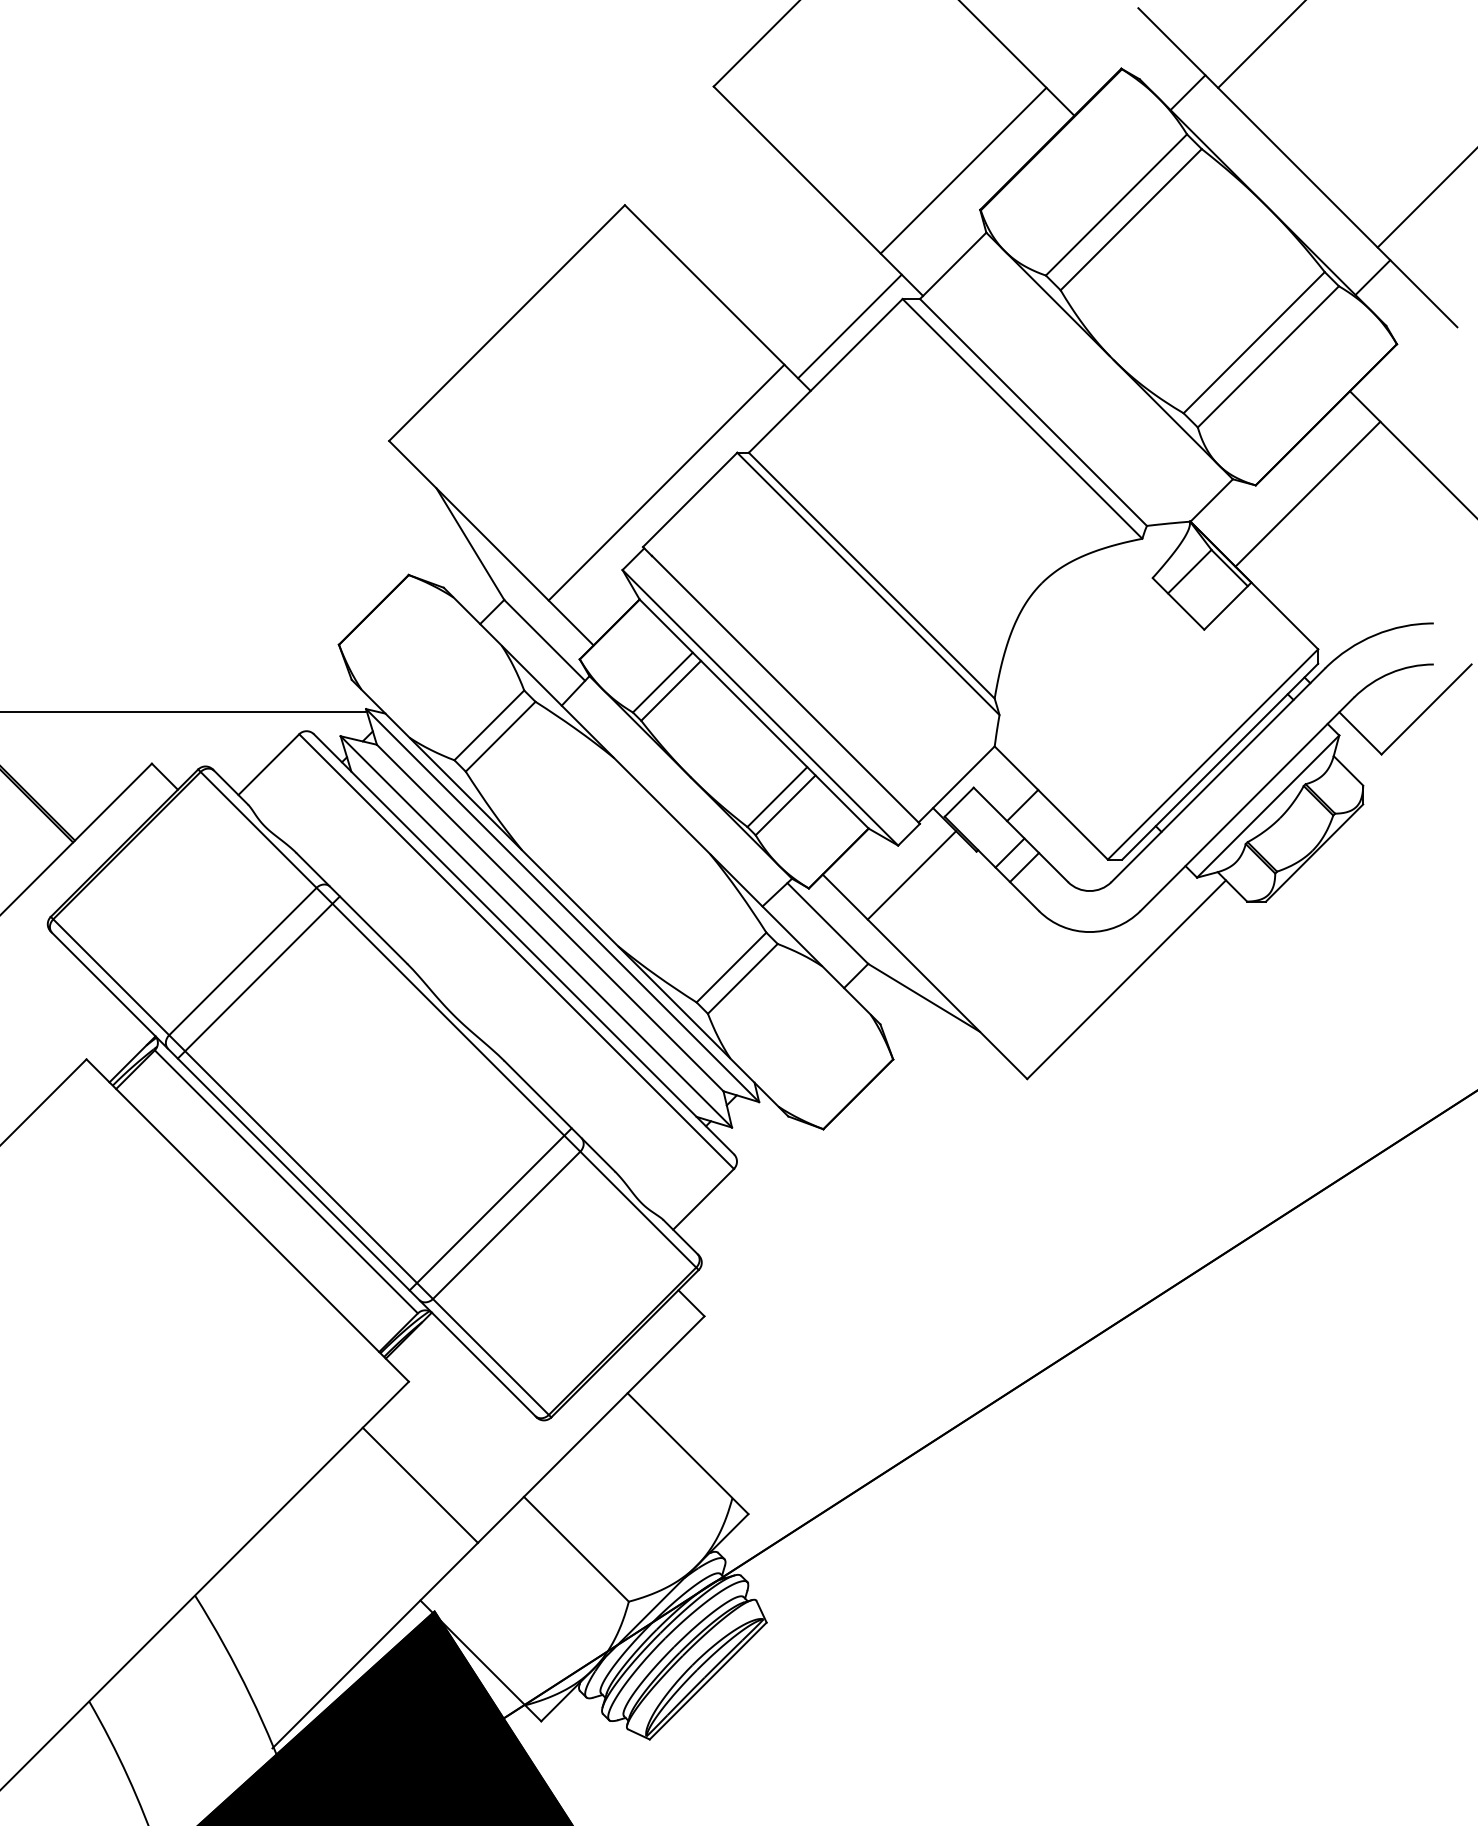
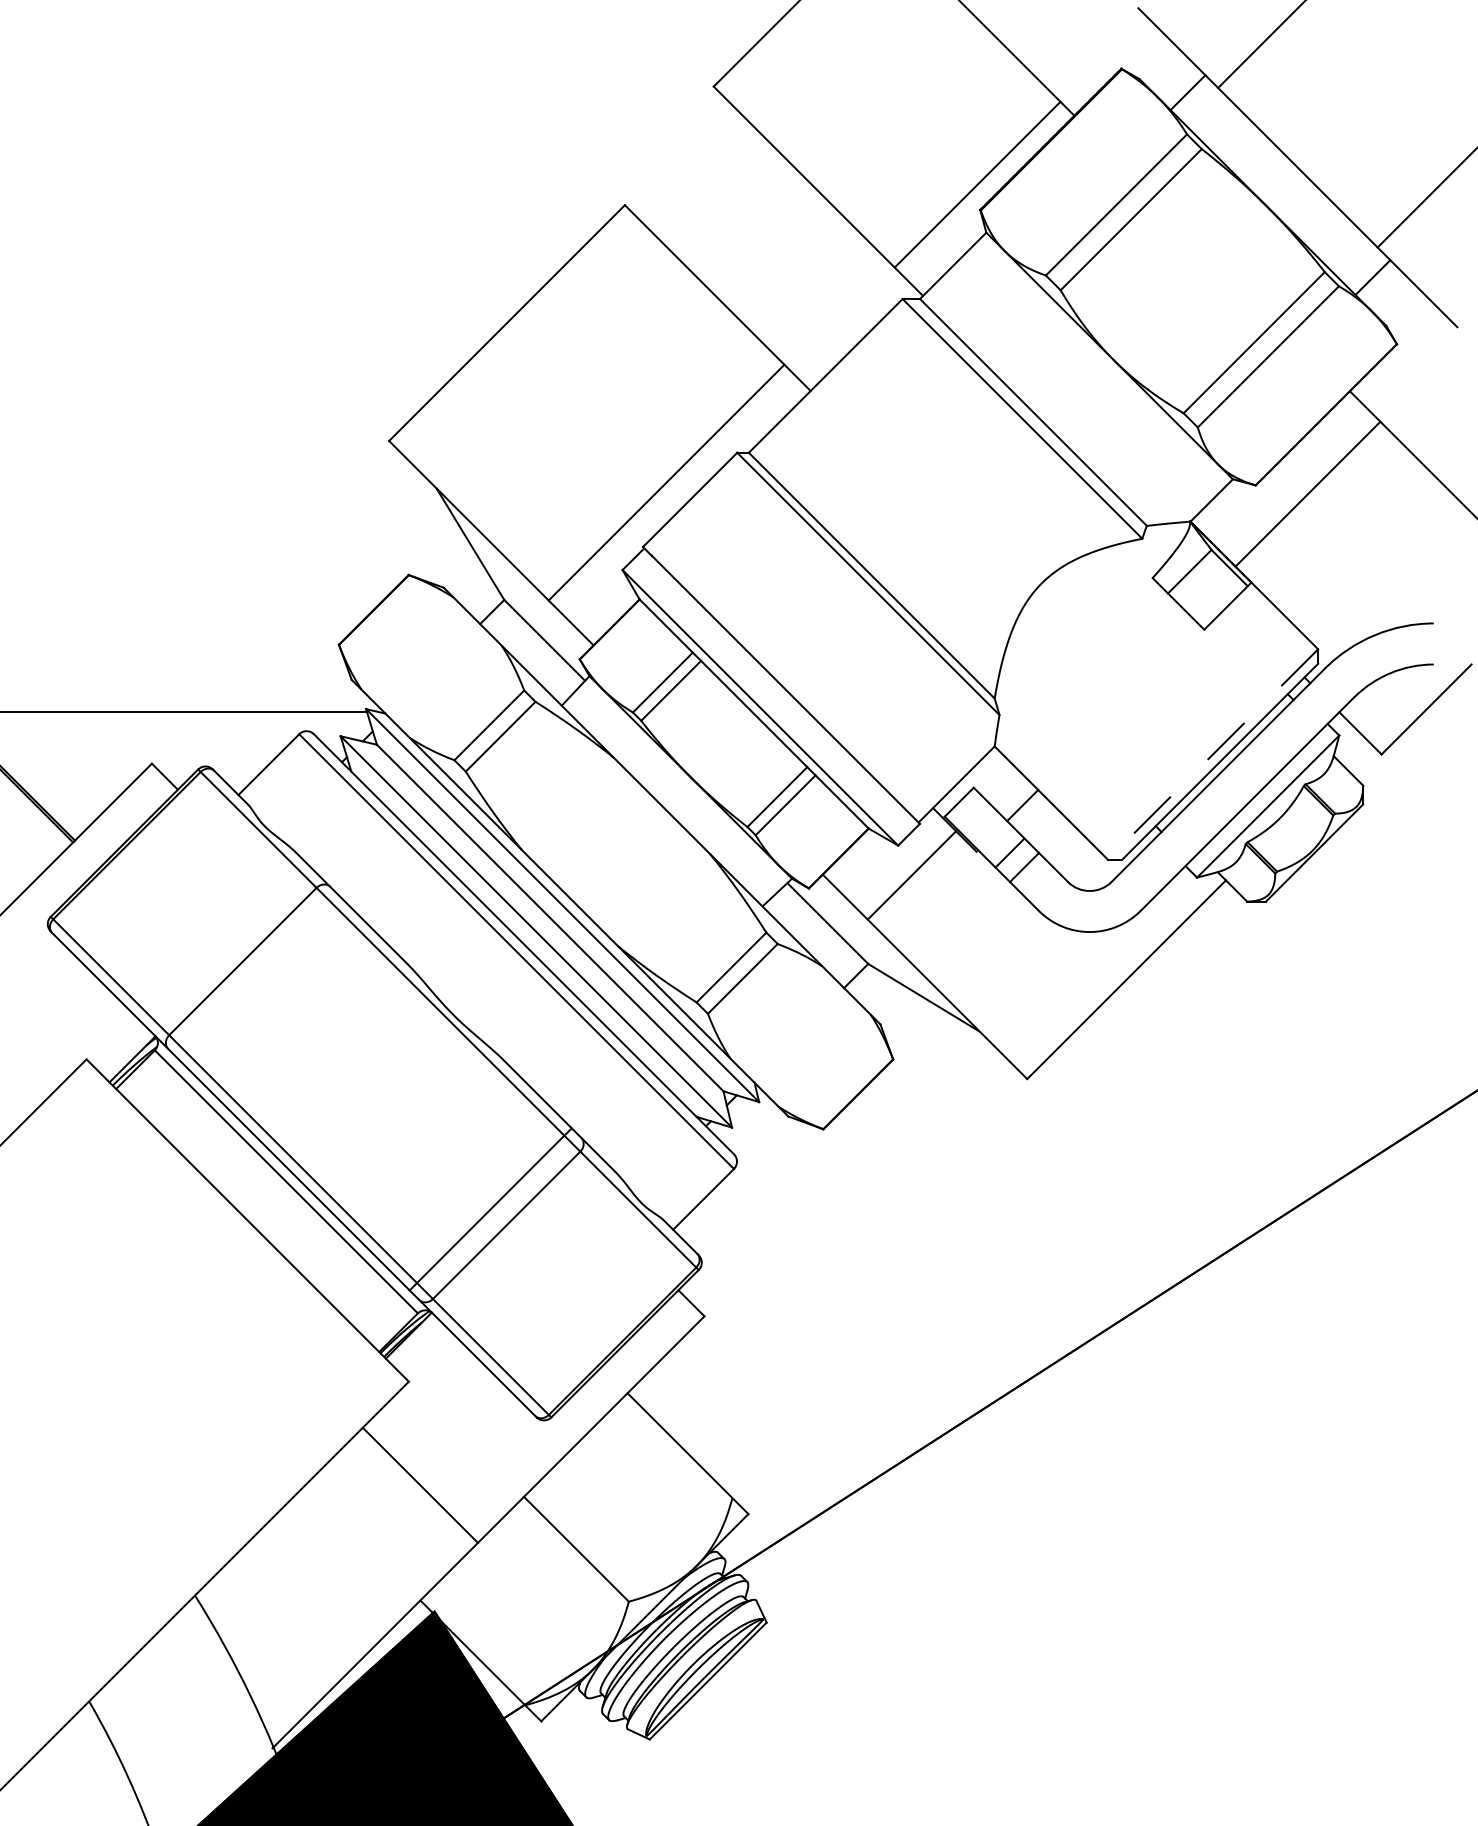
line at (963, 170) position: (963, 170) -> (977, 184)
line at (849, 326): present -> none
line at (1213, 754): solid -> dashed
line at (258, 977): present -> none
